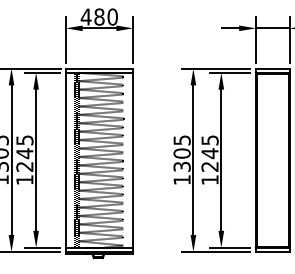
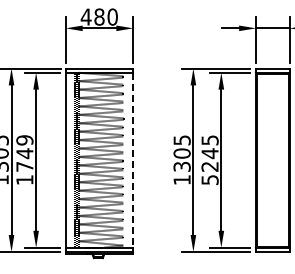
text at (24, 153): 1245 -> 1749
line at (133, 160): solid -> dashed
text at (209, 179): 1245 -> 5245
